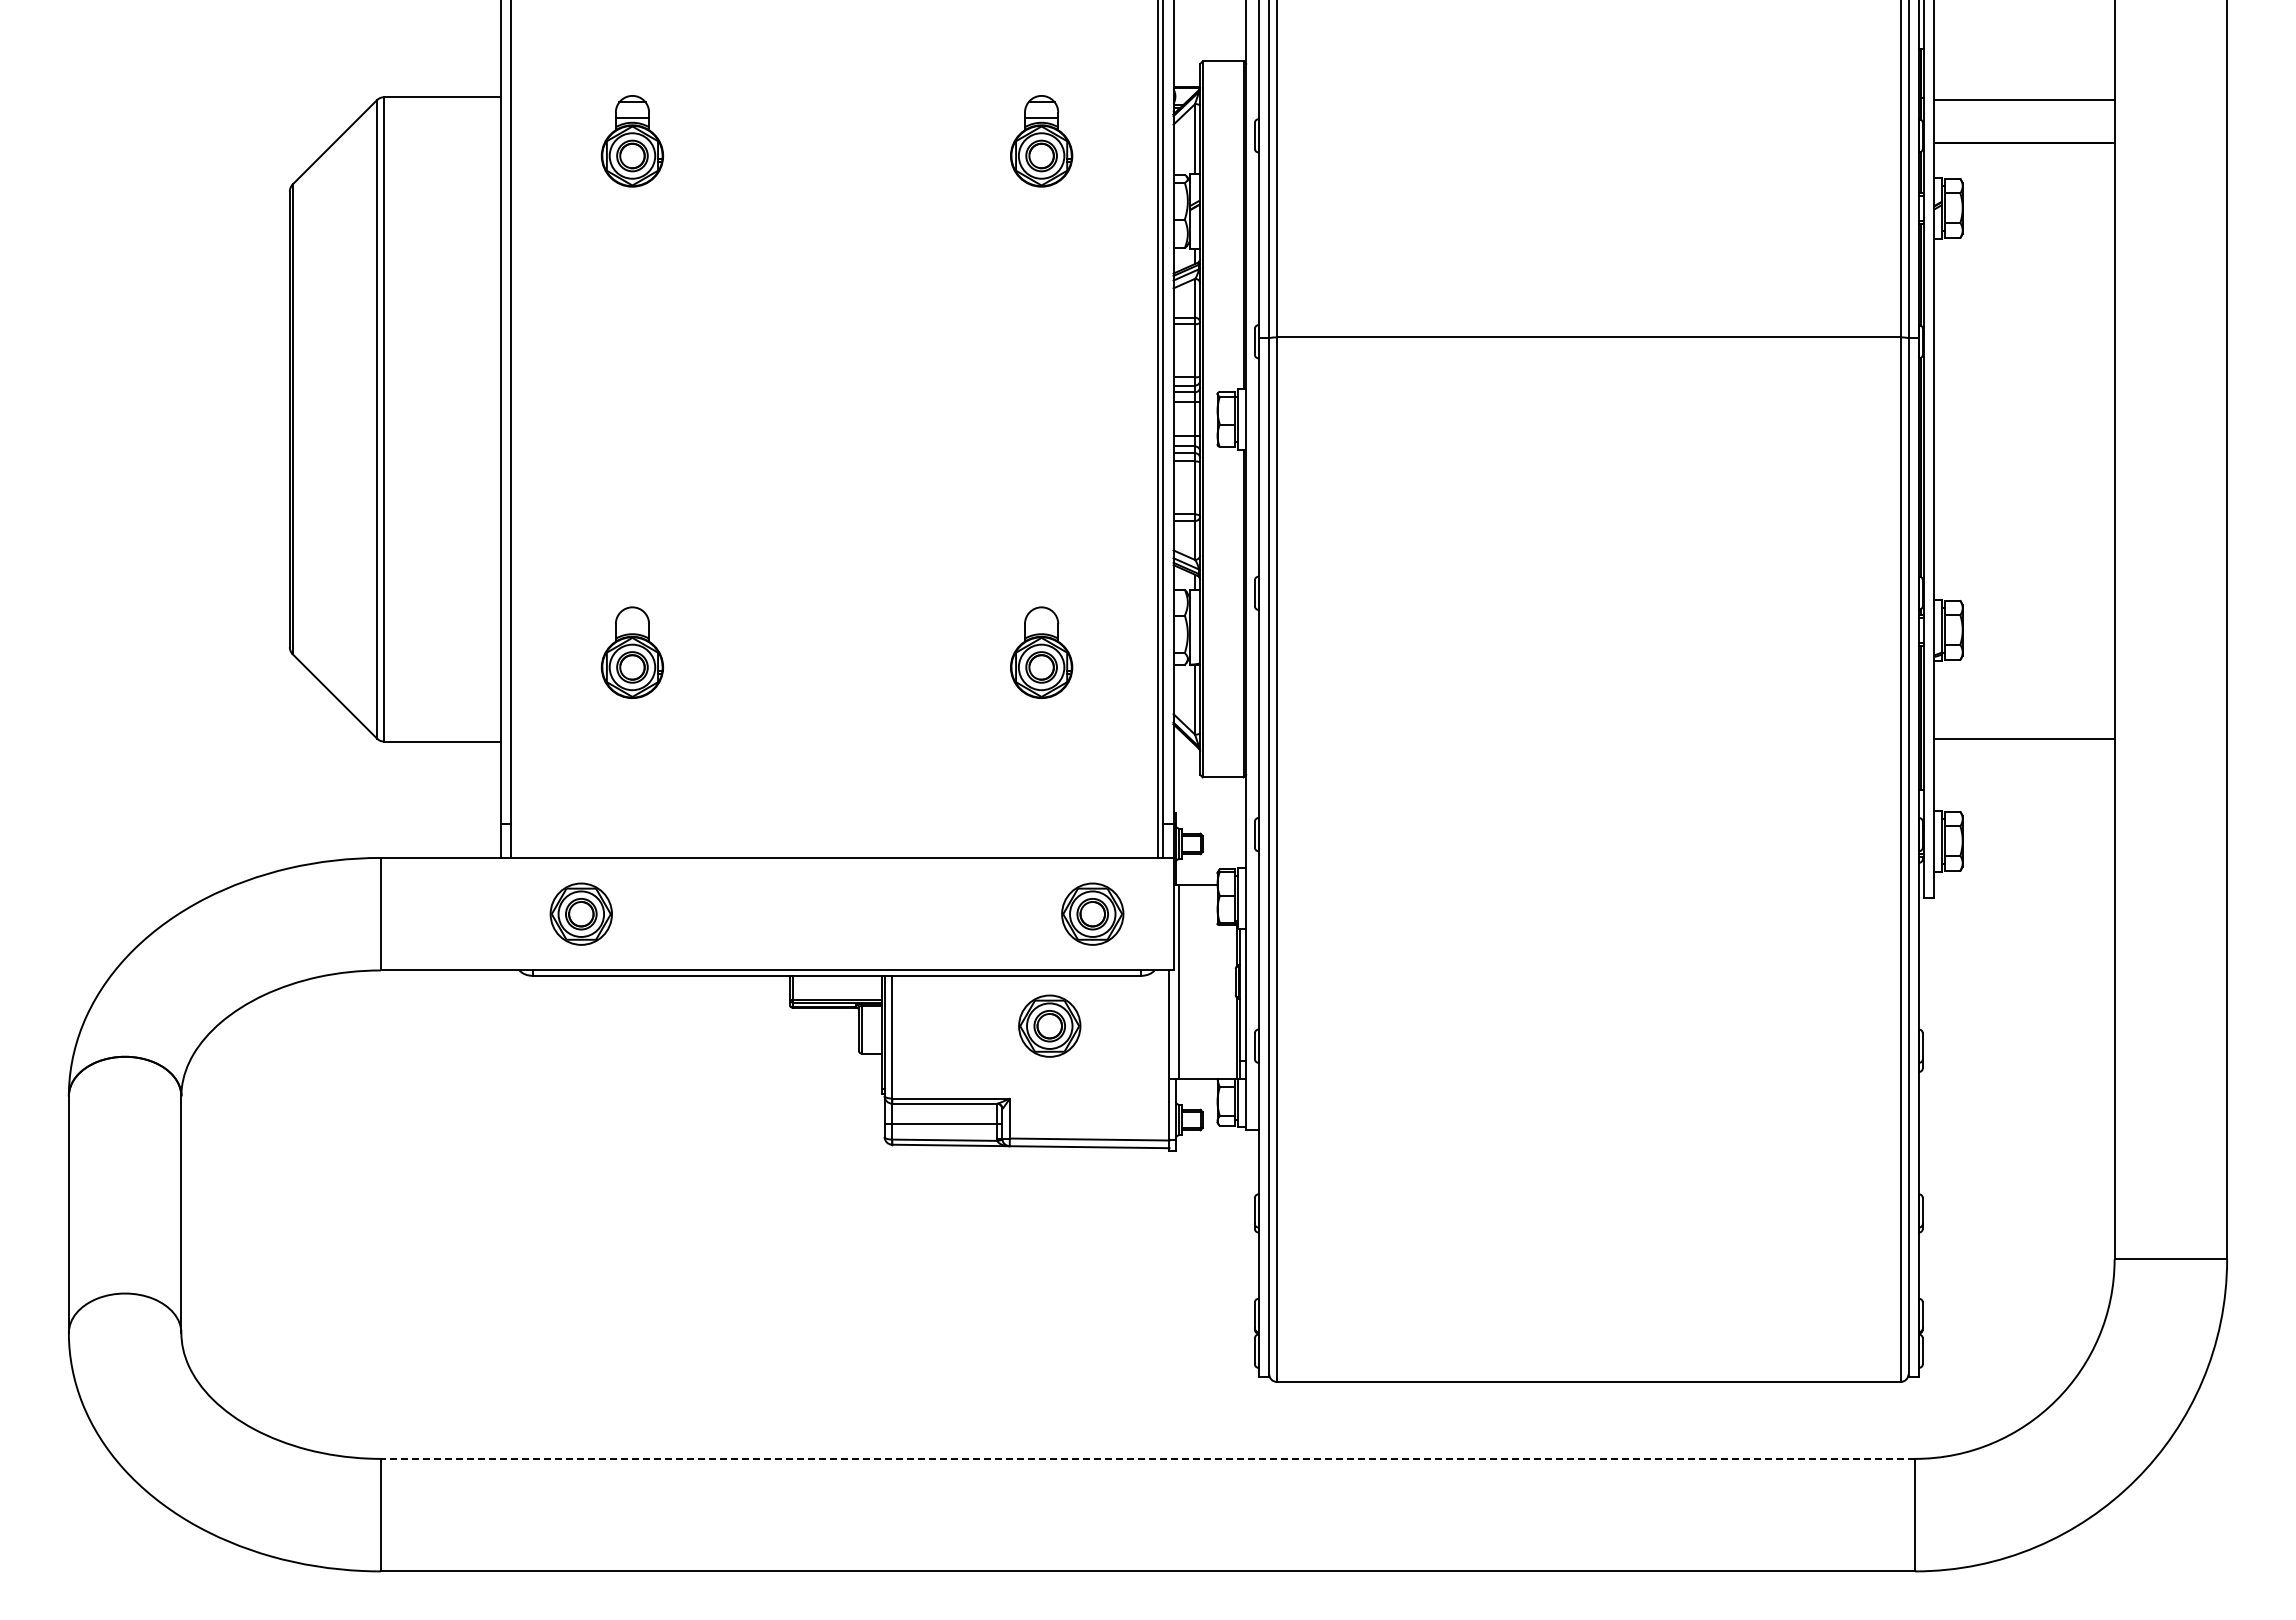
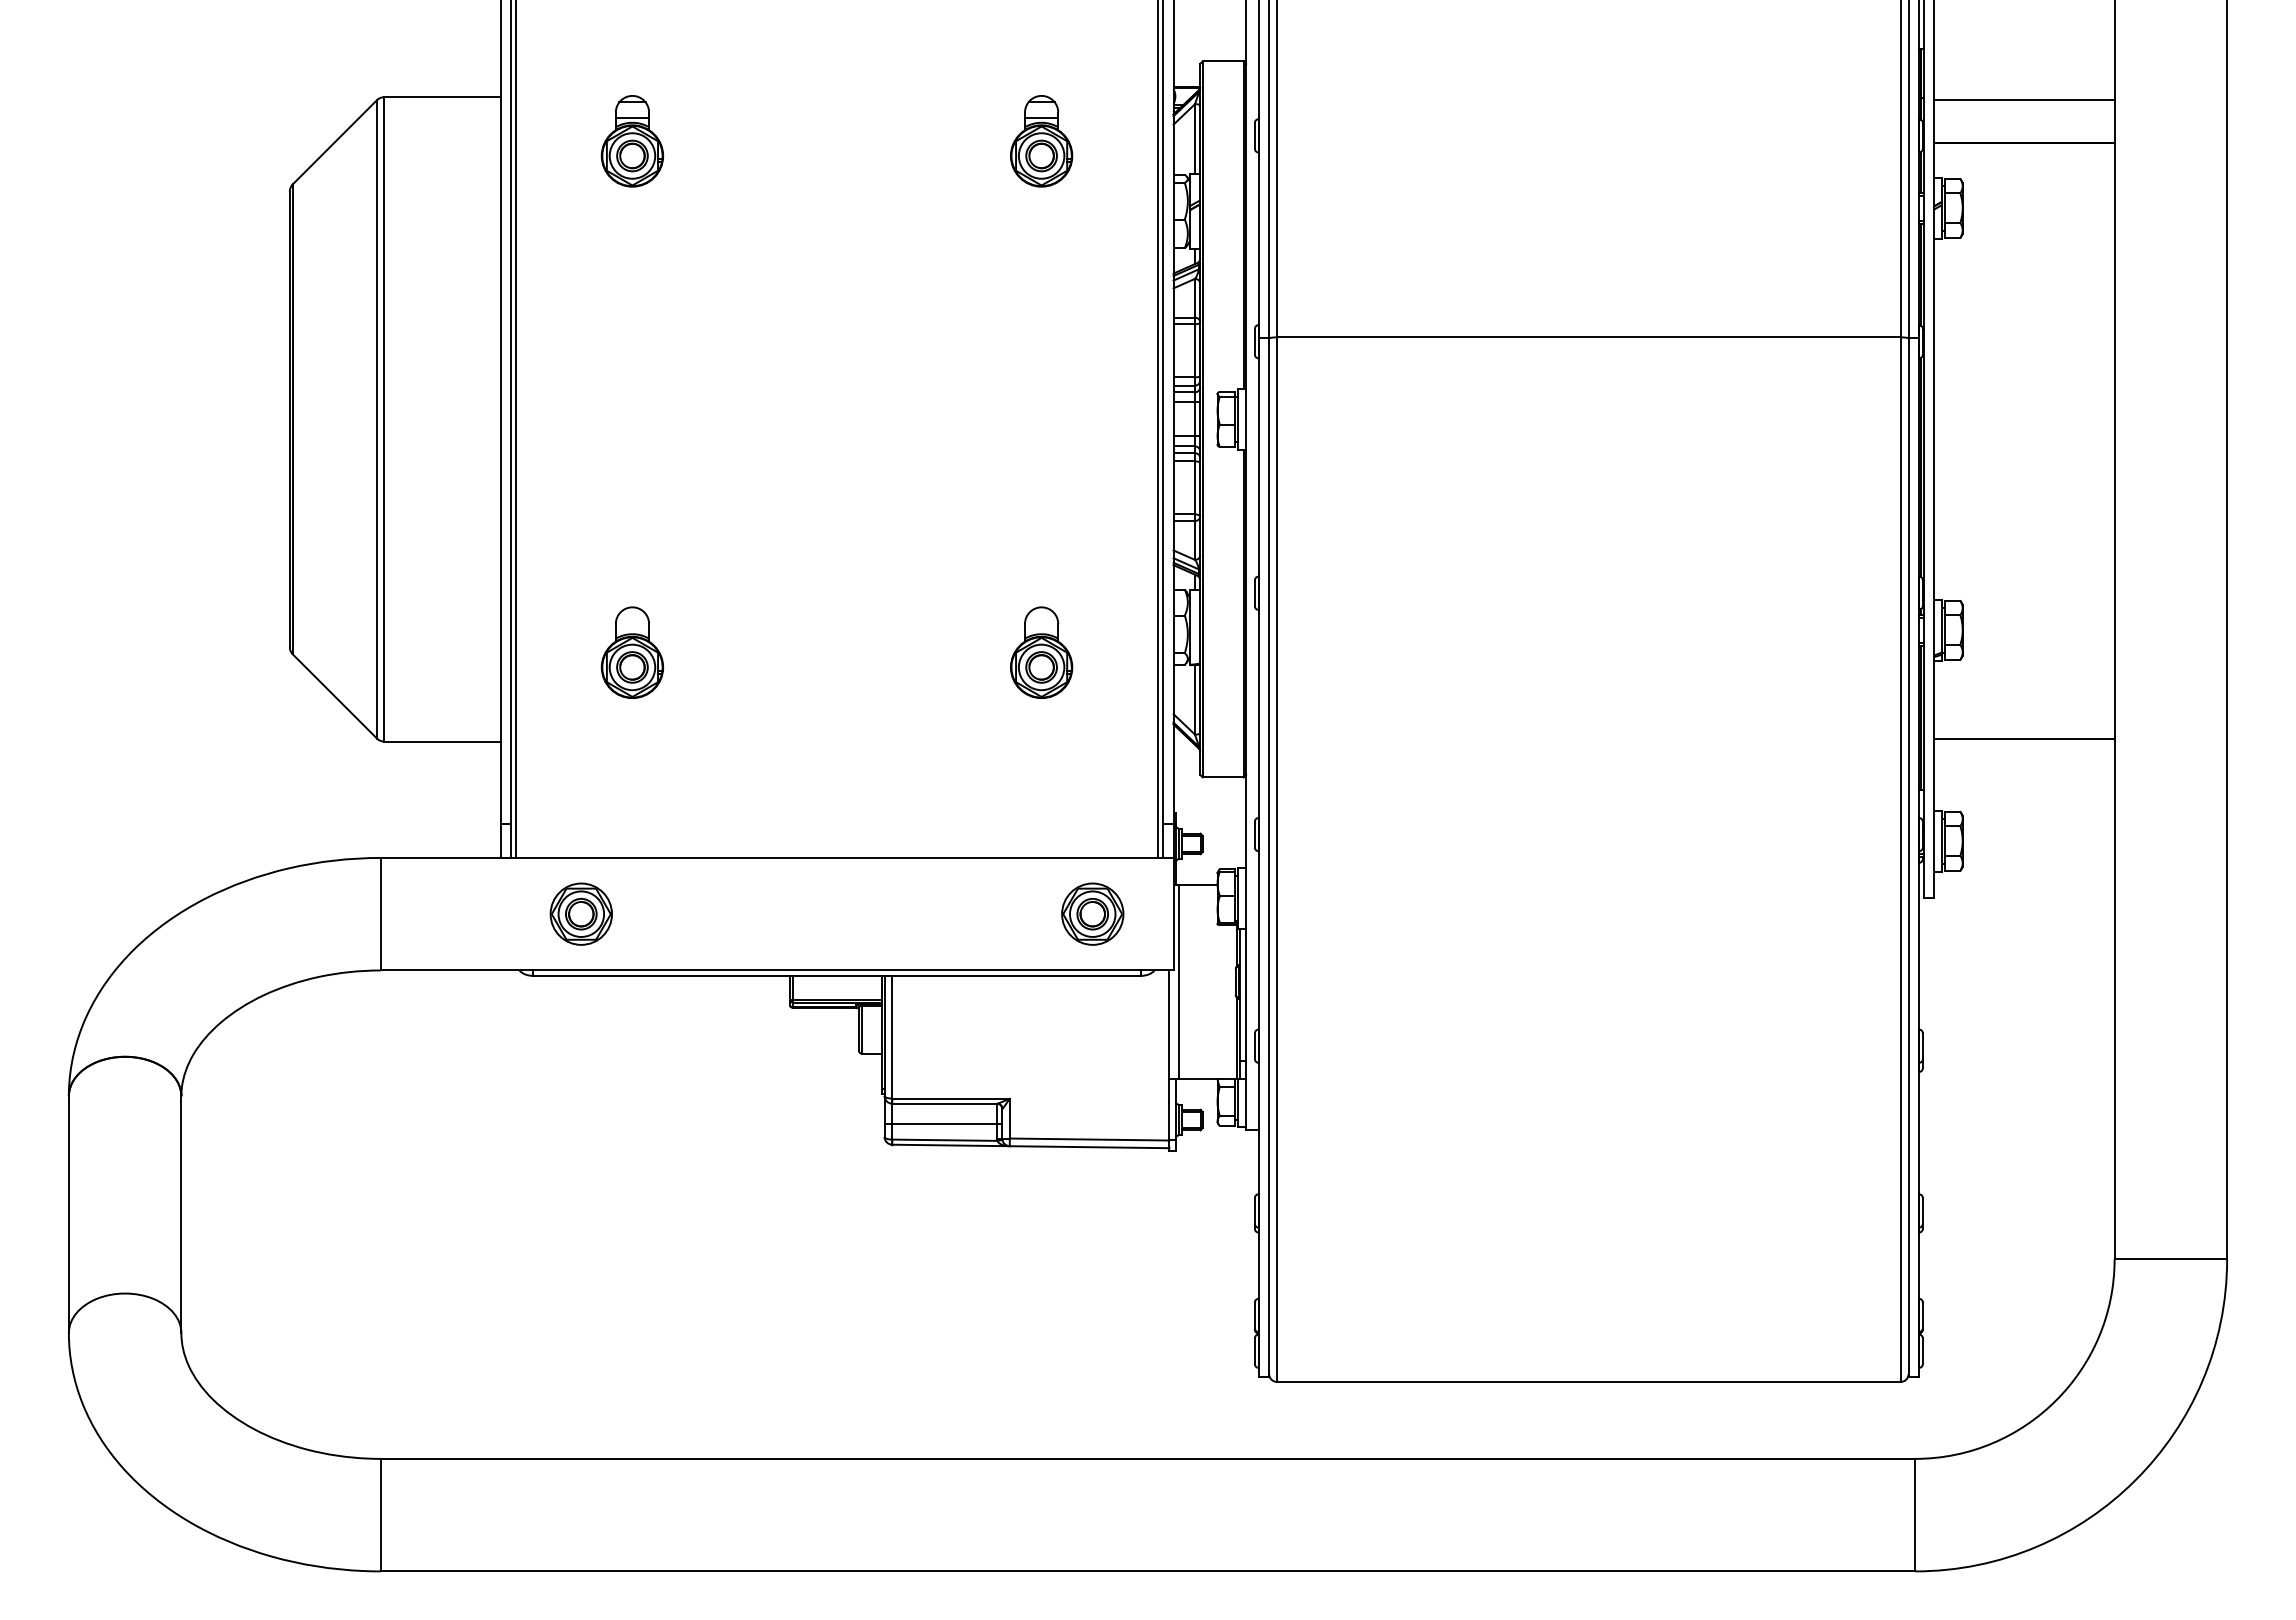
line at (515, 429): none -> present
part at (1049, 1025): present -> none
line at (1147, 1458): dashed -> solid
